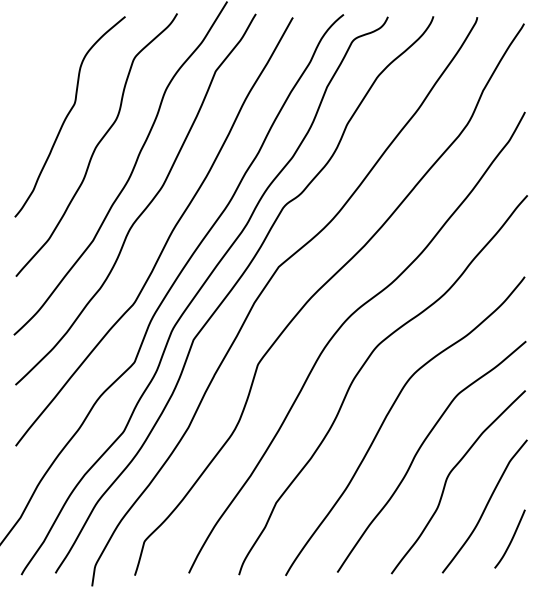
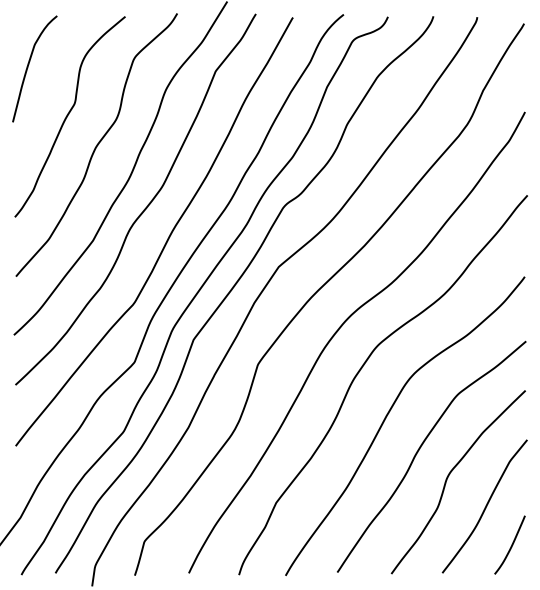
curve at (28, 68): none -> present
curve at (511, 538) position: (511, 538) -> (511, 544)
